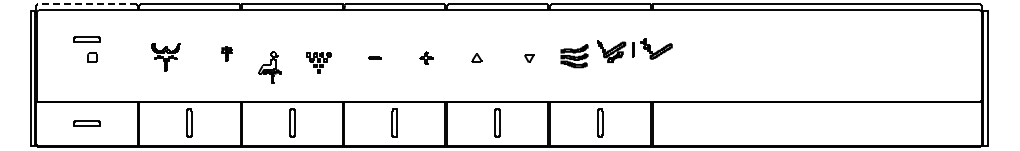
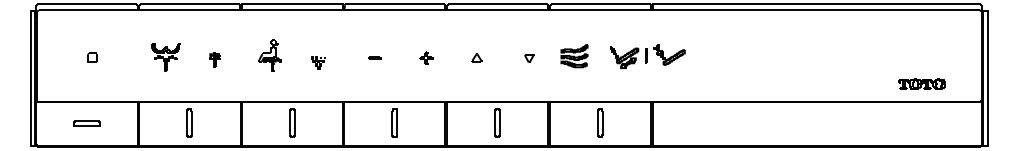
line at (86, 4): dashed -> solid
part at (86, 39): present -> none
part at (634, 50) position: (634, 50) -> (647, 56)
part at (226, 53) position: (226, 53) -> (214, 59)
part at (318, 62) size: 26x22 px -> 15x14 px
part at (269, 67) position: (269, 67) -> (269, 55)
part at (921, 83): none -> present
